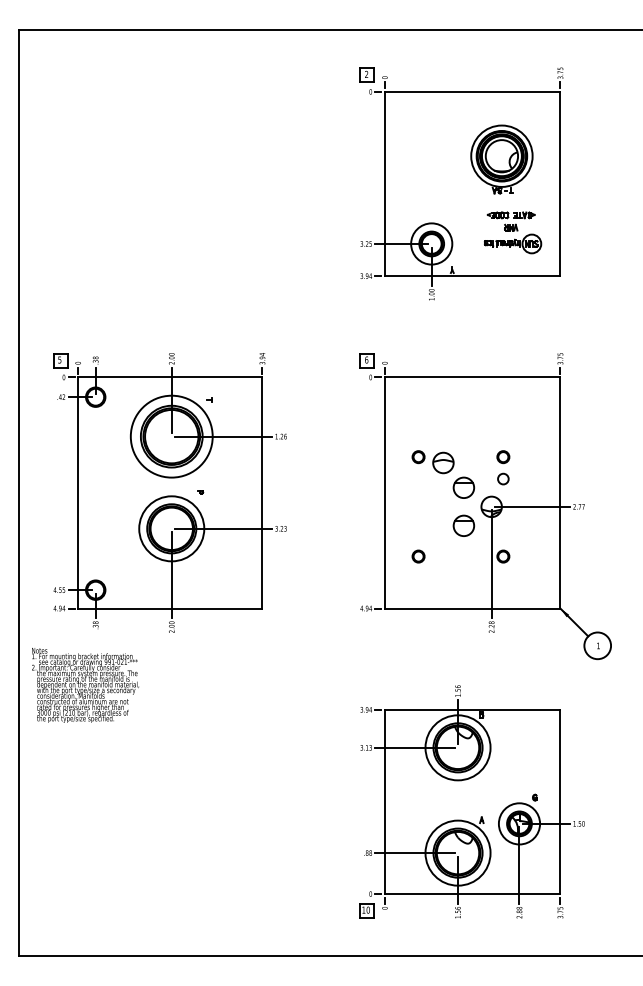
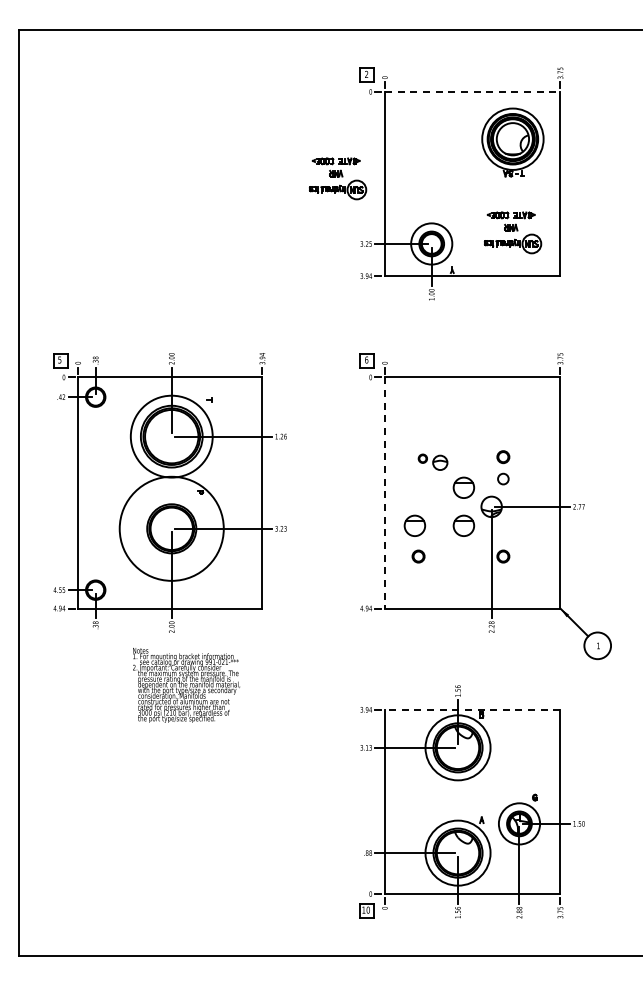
line at (472, 91): solid -> dashed
part at (501, 159) position: (501, 159) -> (512, 142)
part at (338, 178): none -> present
part at (432, 462) size: 44x25 px -> 32x18 px
line at (384, 493): solid -> dashed
part at (414, 525): none -> present
circle at (171, 528) diameter: 65 px -> 104 px
text at (85, 685) position: (85, 685) -> (186, 685)
line at (472, 709): solid -> dashed
